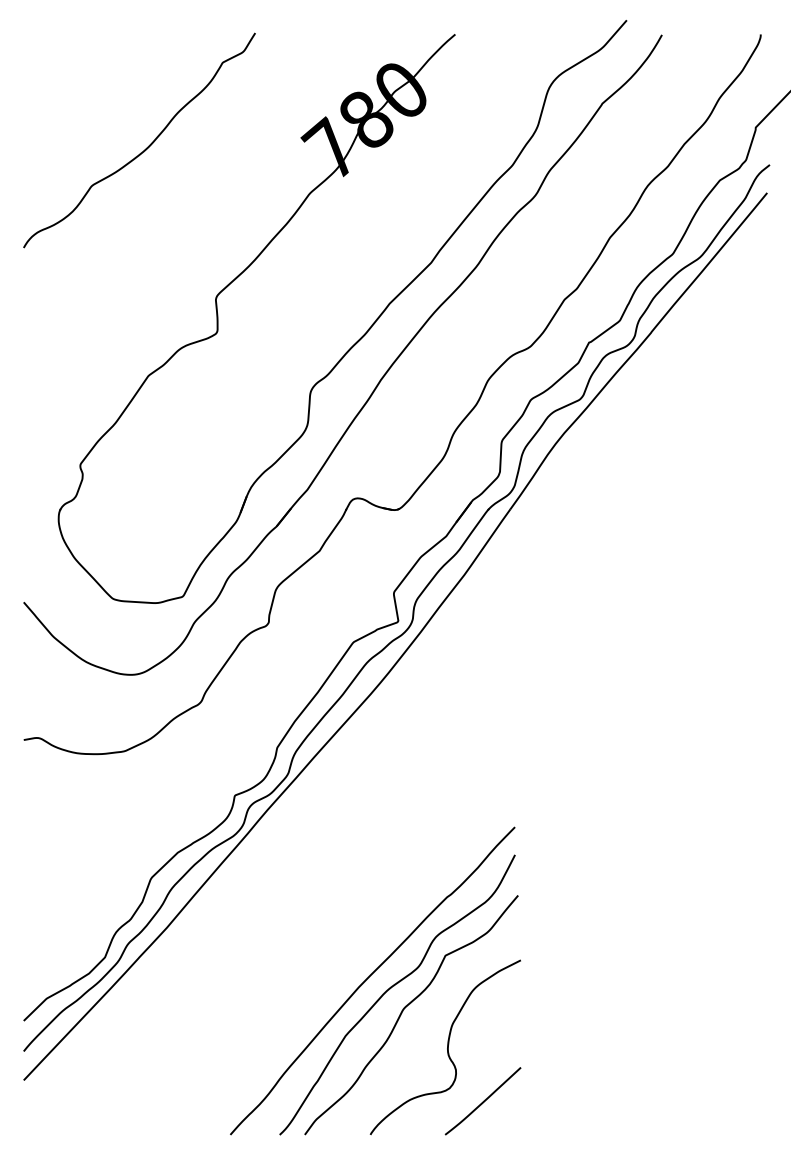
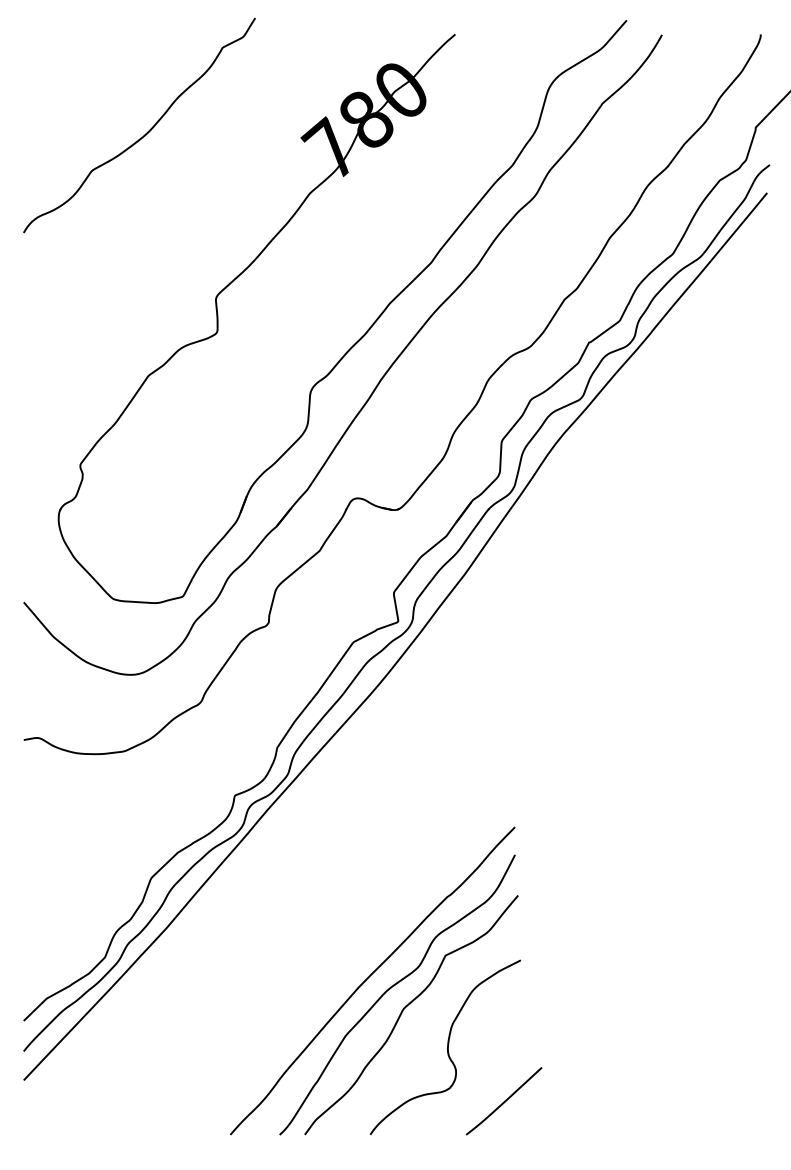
curve at (146, 147) position: (146, 147) -> (146, 132)
curve at (482, 1101) position: (482, 1101) -> (503, 1101)
